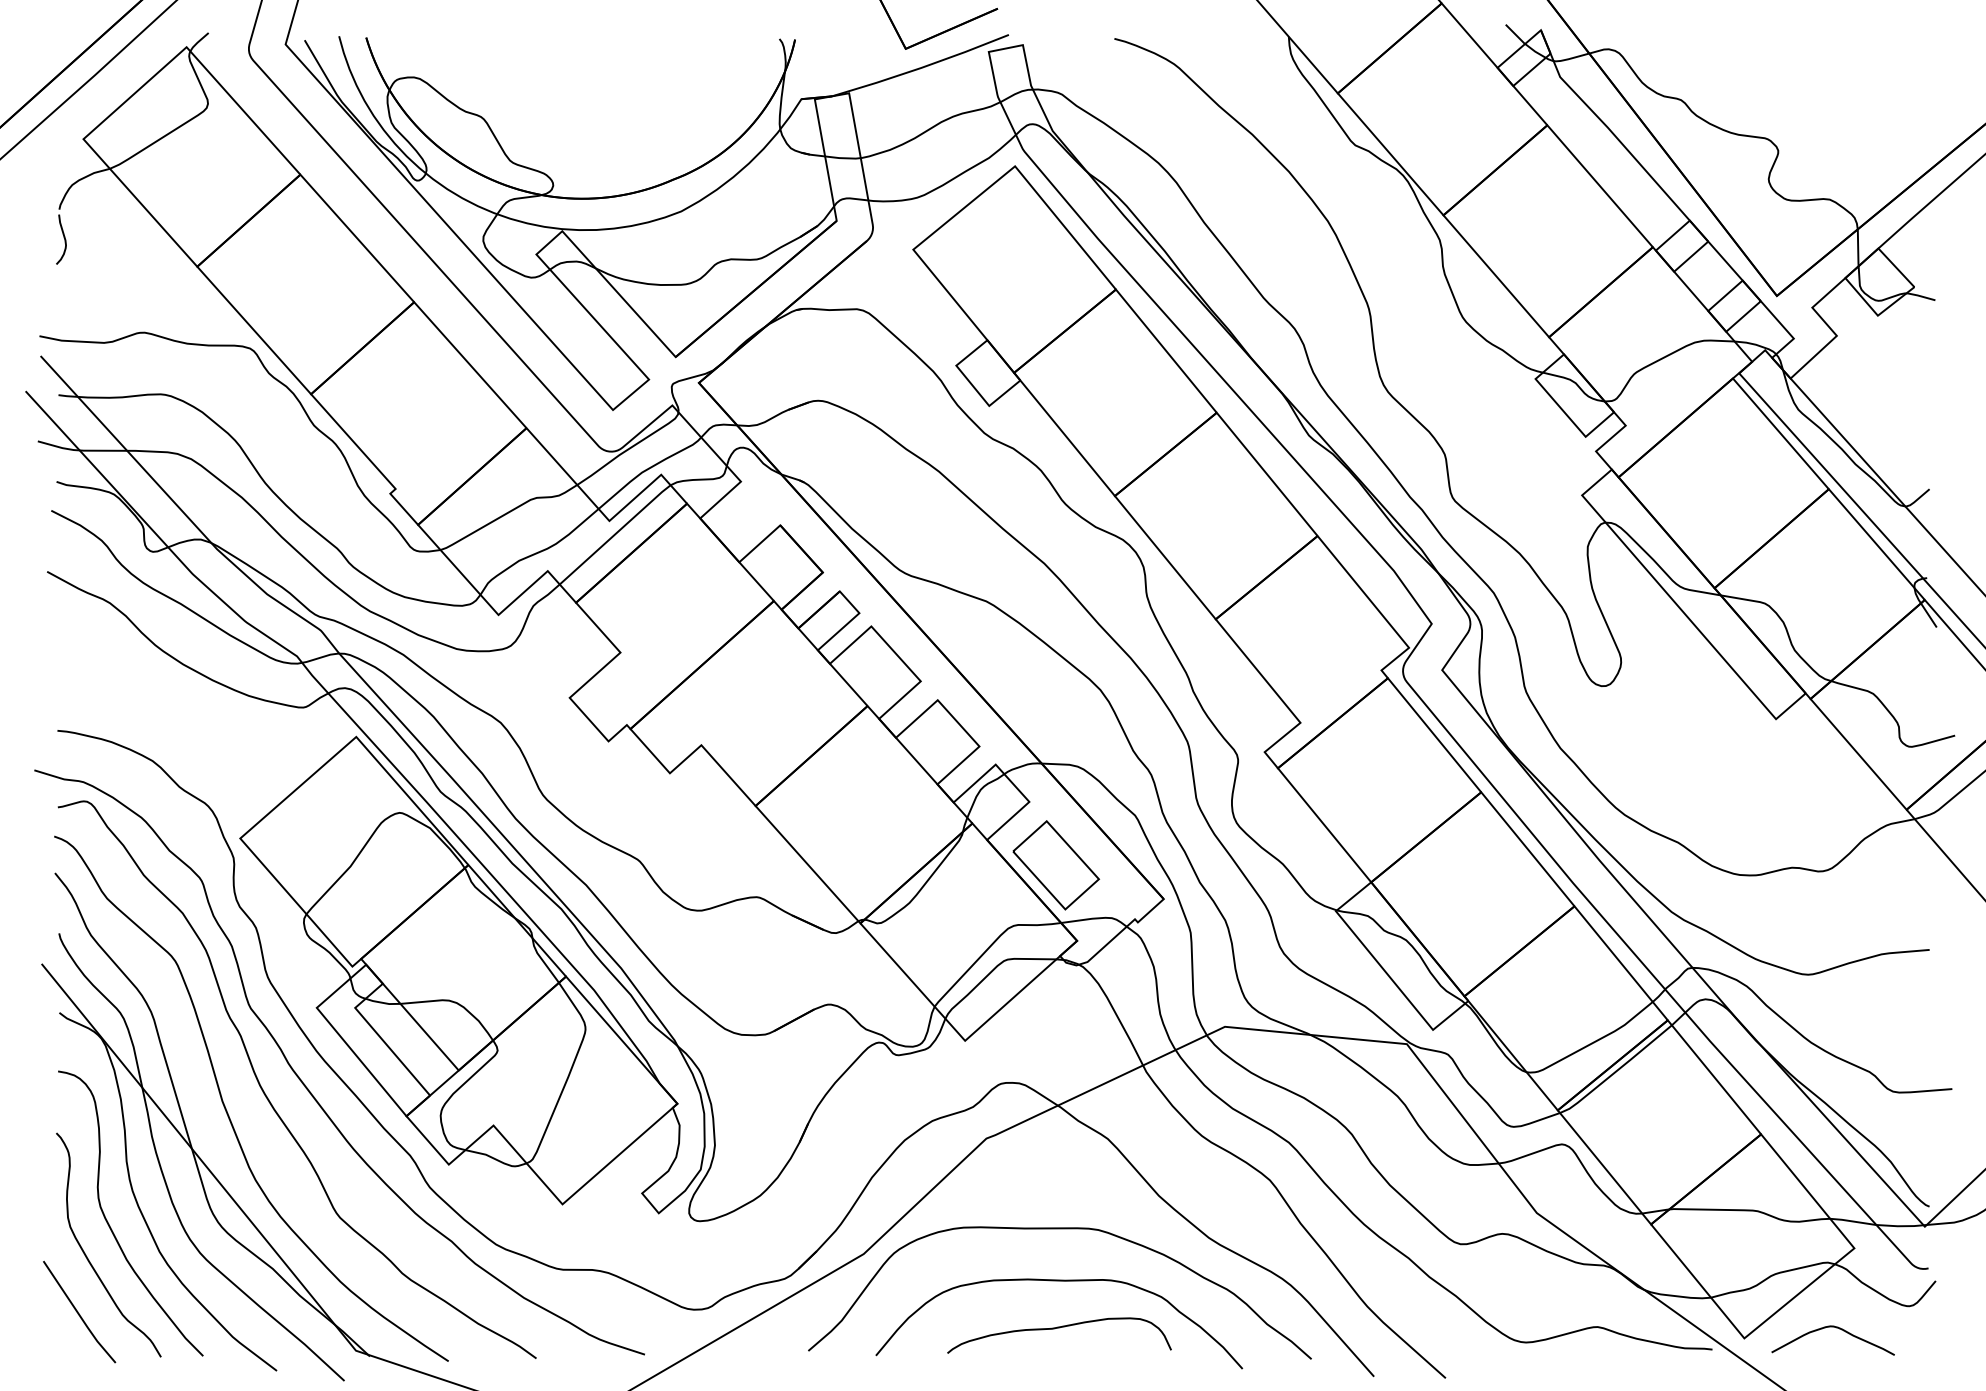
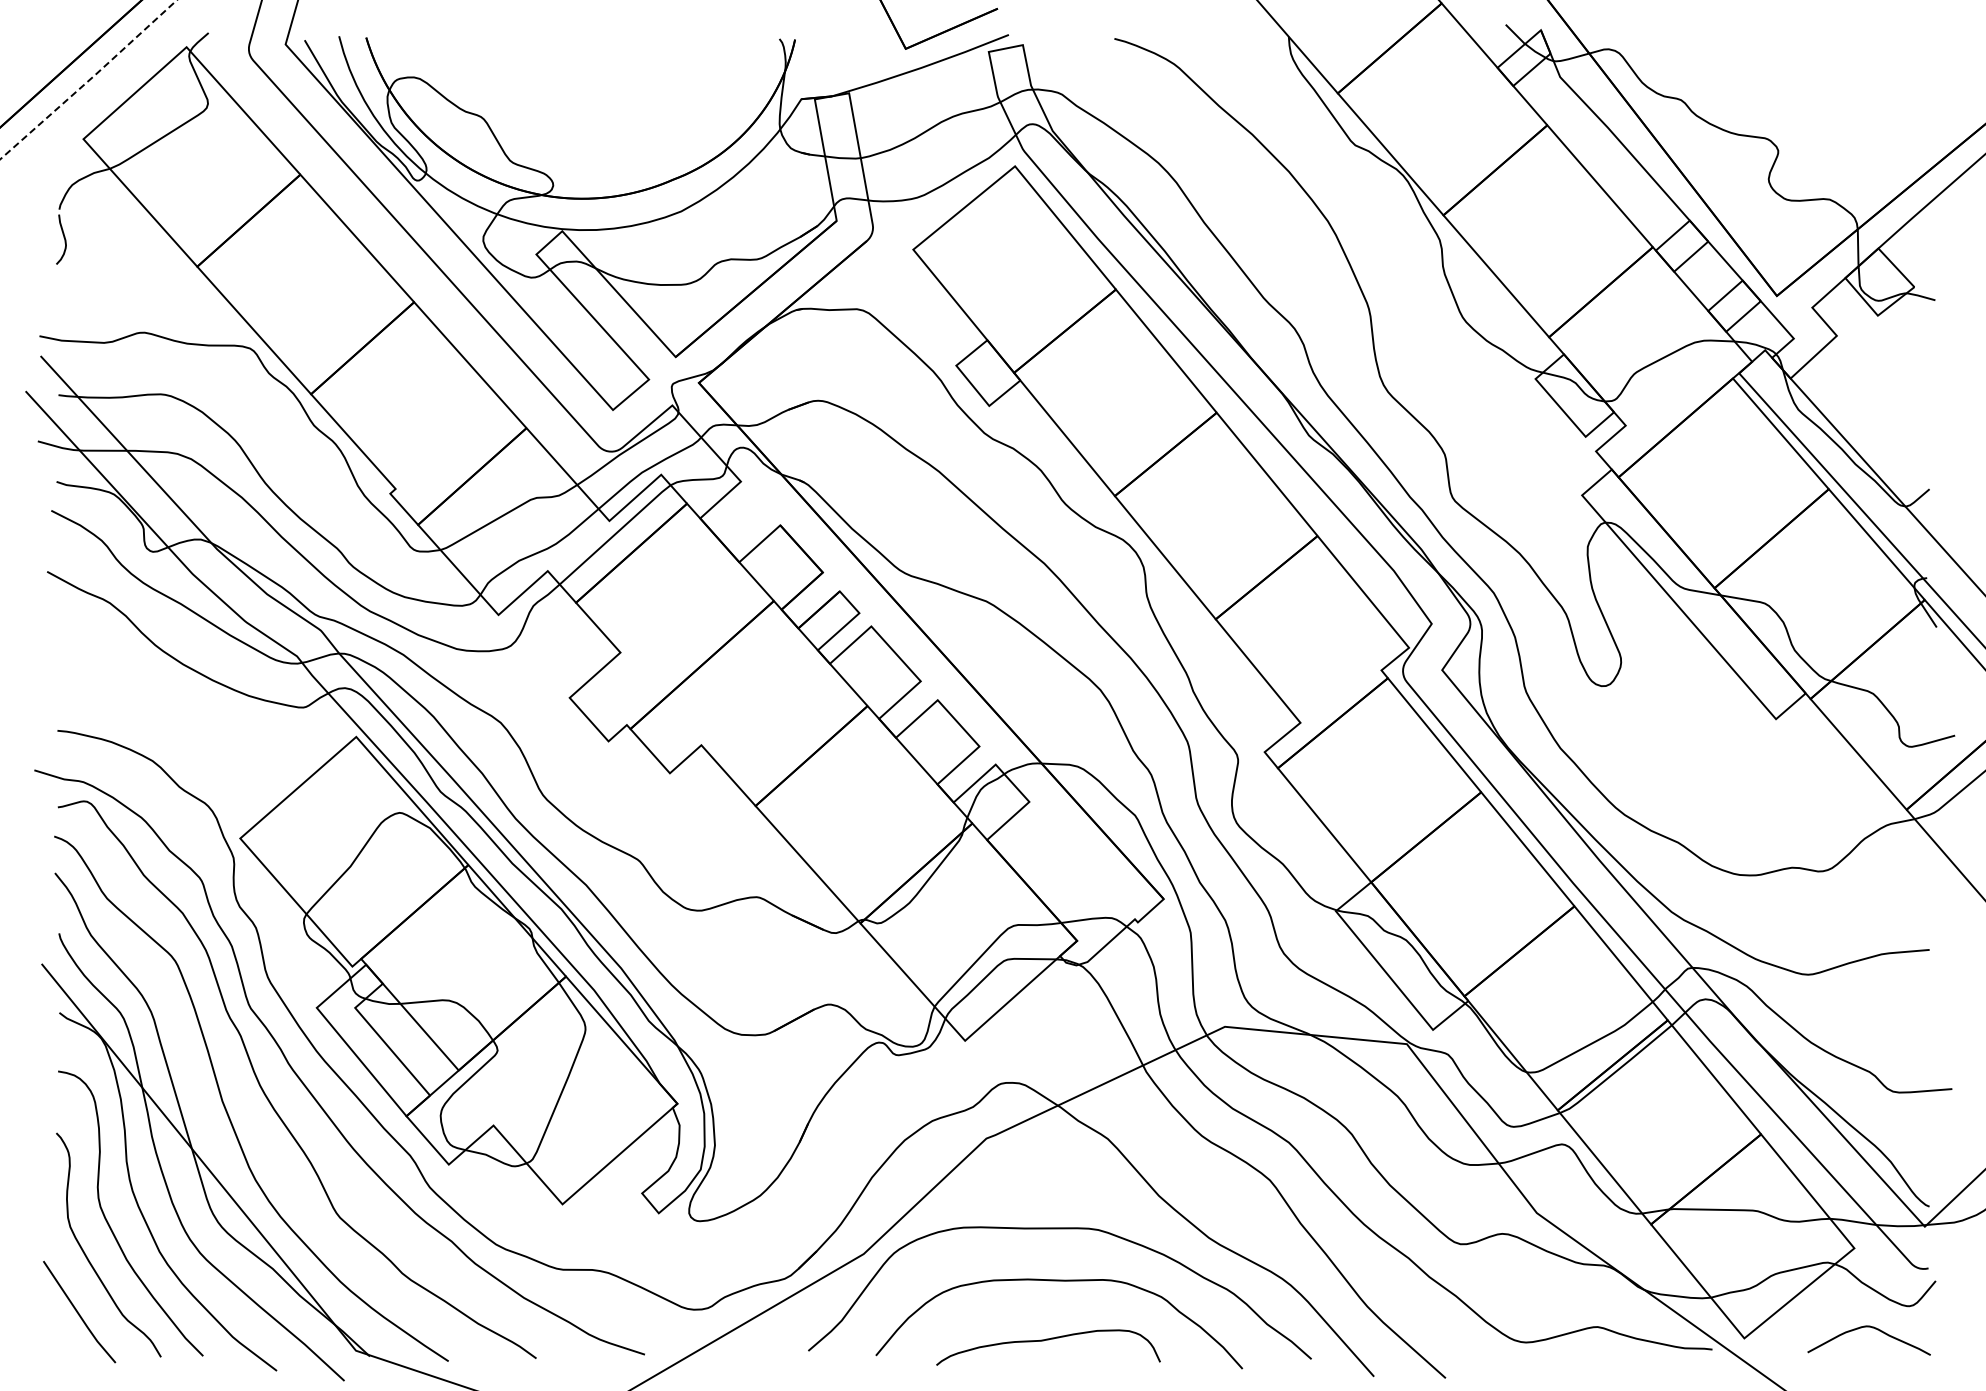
line at (89, 80): solid -> dashed
part at (1055, 865): present -> none
curve at (1059, 1328) position: (1059, 1328) -> (1048, 1340)
curve at (1836, 1328) position: (1836, 1328) -> (1872, 1328)
